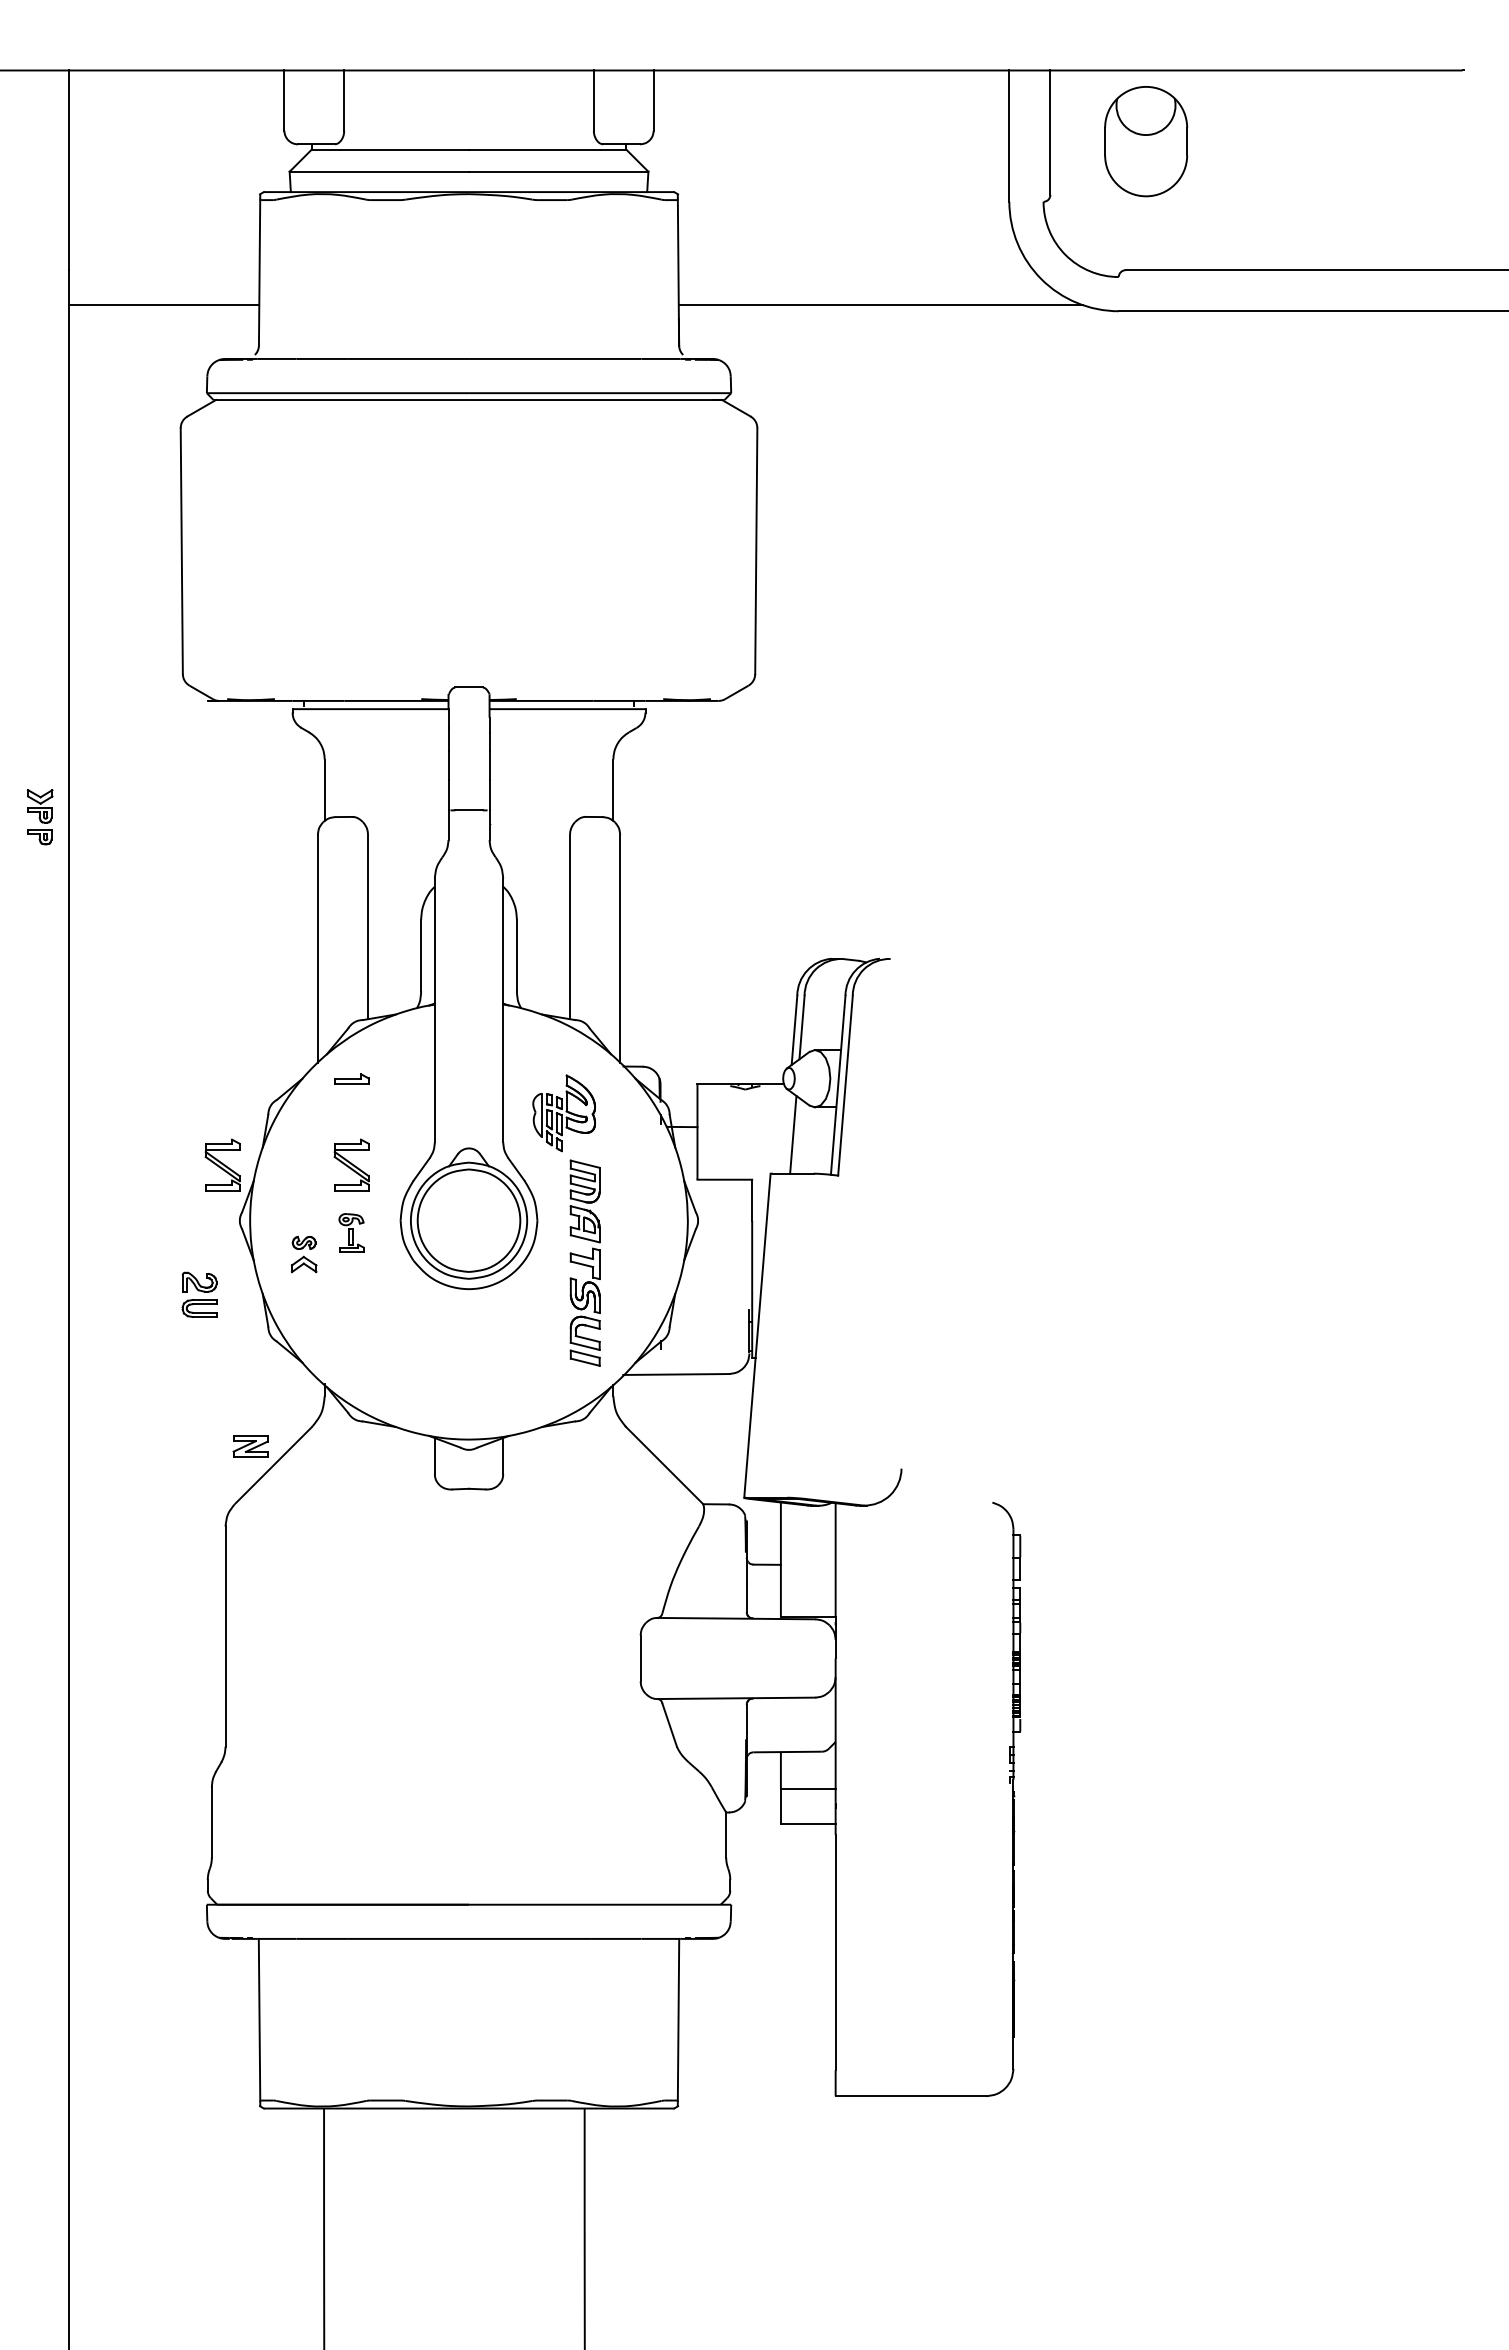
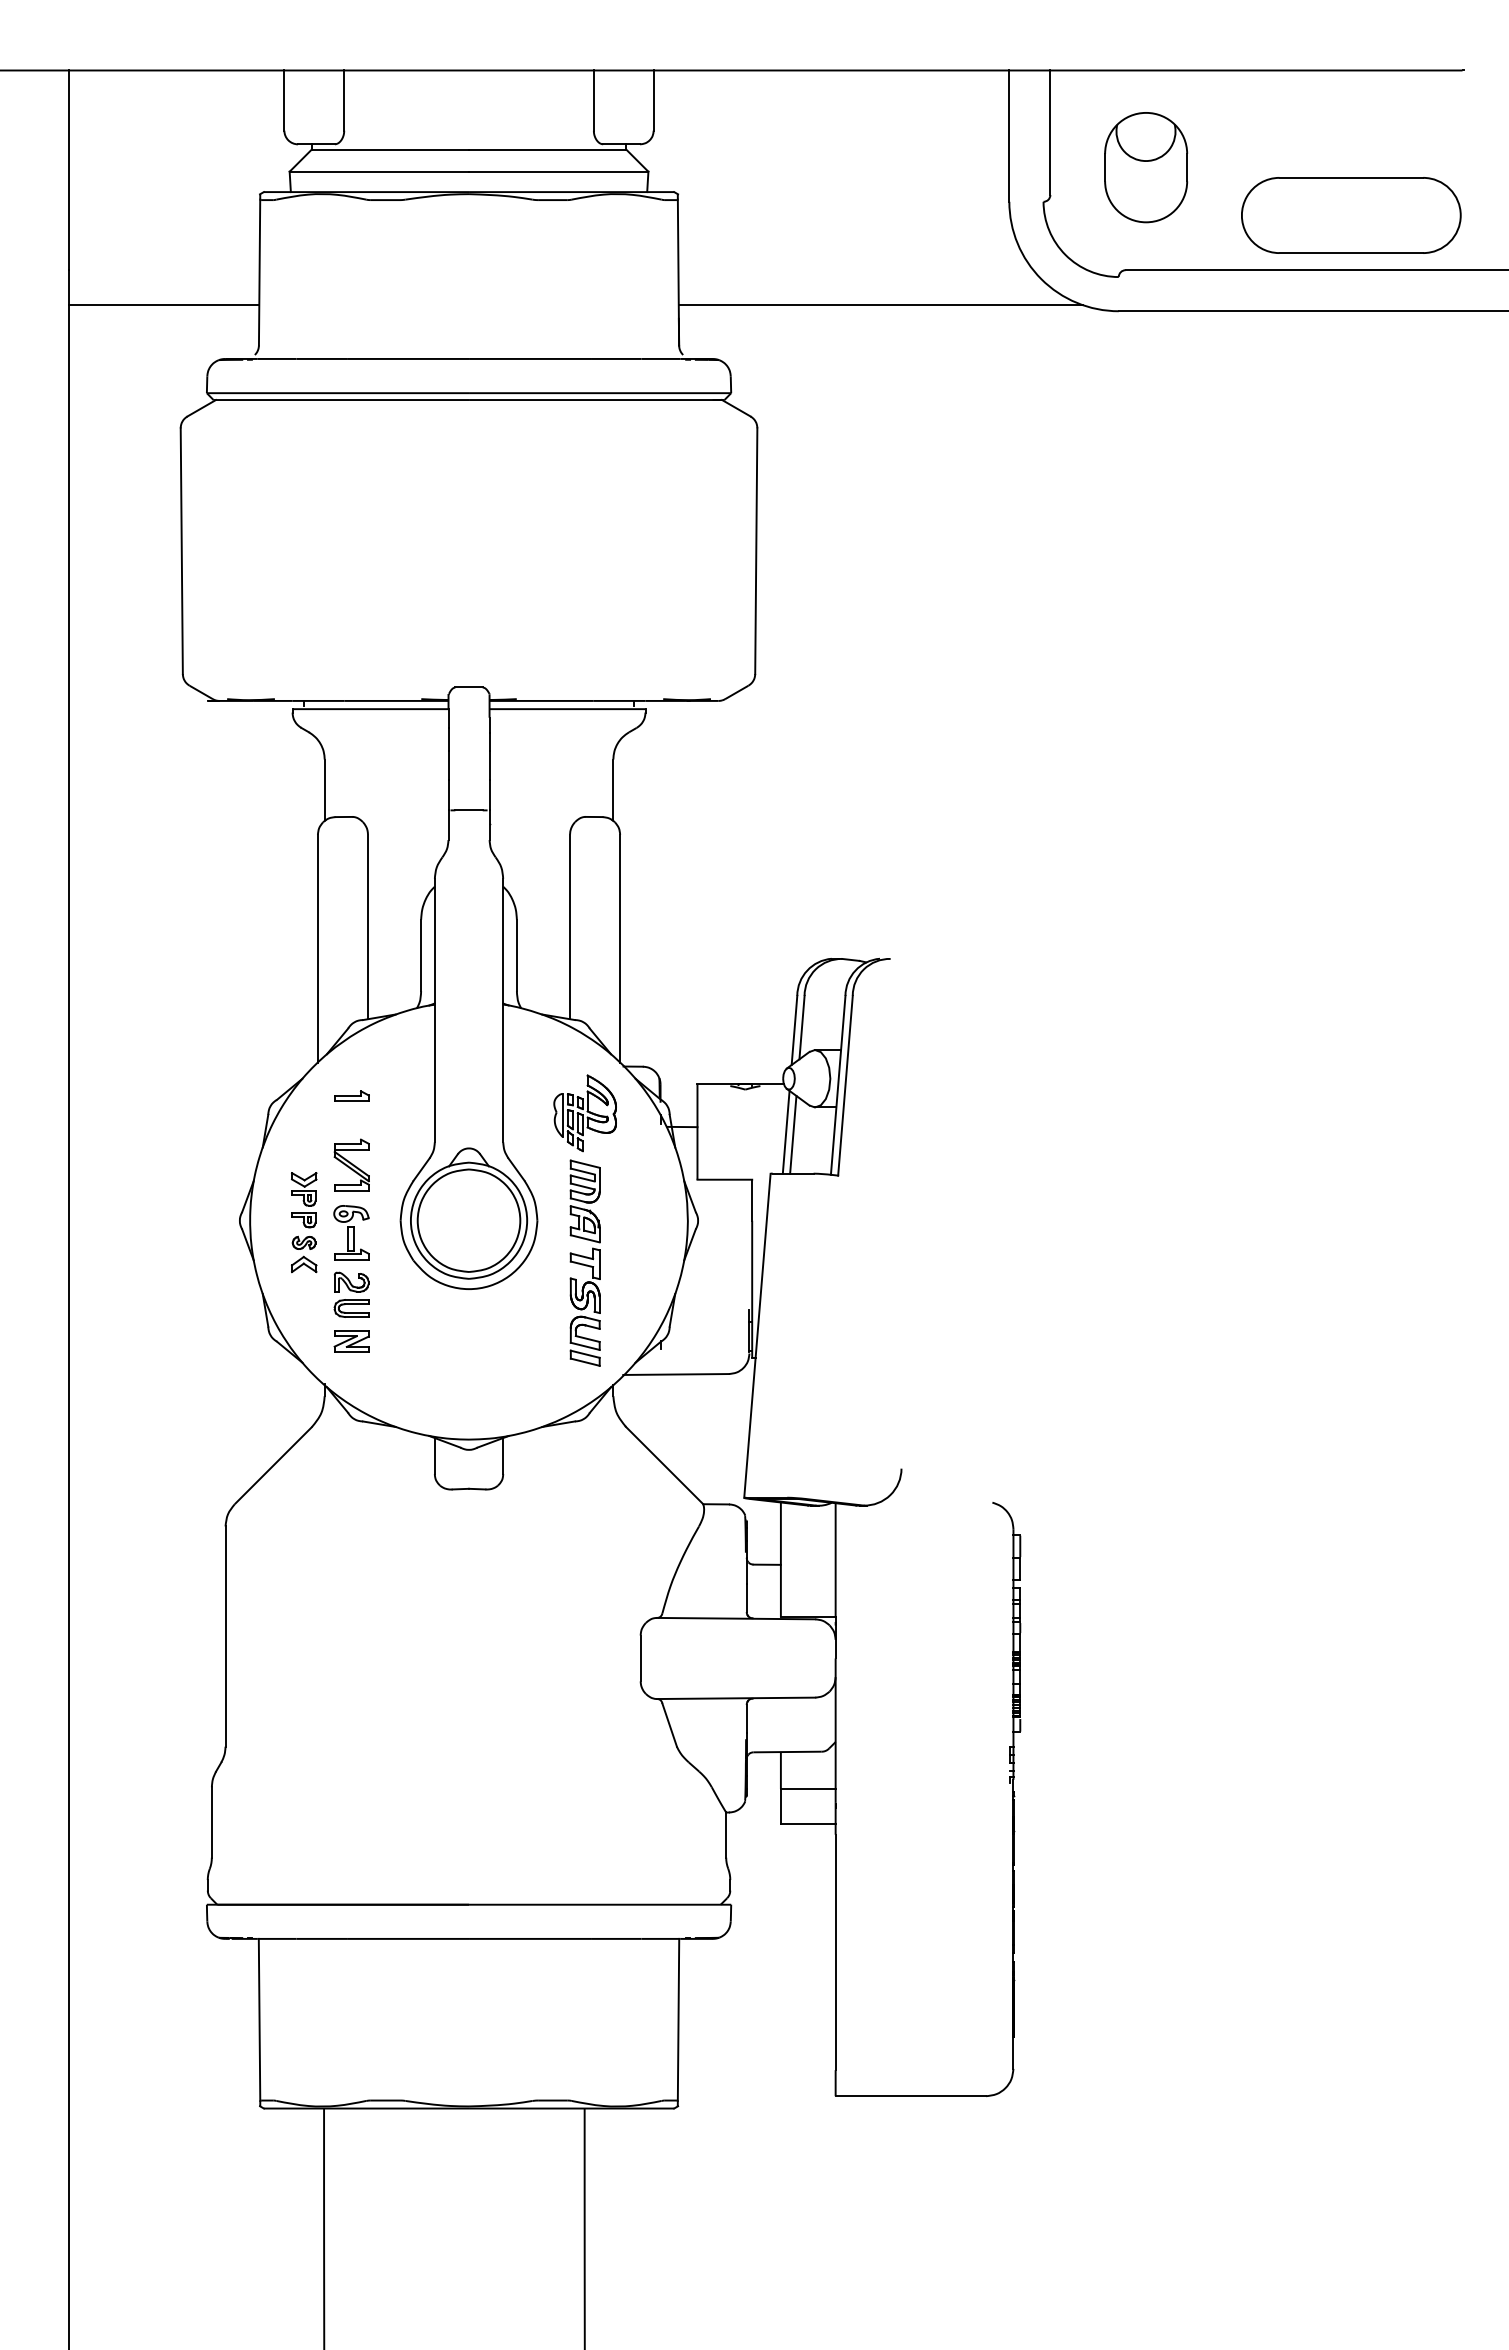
part at (1146, 141) position: (1146, 141) -> (1146, 167)
part at (1351, 215): none -> present
part at (40, 817) position: (40, 817) -> (304, 1200)
part at (351, 1078) position: (351, 1078) -> (351, 1095)
part at (563, 1113) position: (563, 1113) -> (584, 1113)
line at (785, 1131): none -> present
part at (222, 1164): present -> none
part at (351, 1232) size: 27x40 px -> 37x56 px
part at (199, 1294) position: (199, 1294) -> (351, 1294)
part at (250, 1446) position: (250, 1446) -> (351, 1341)
